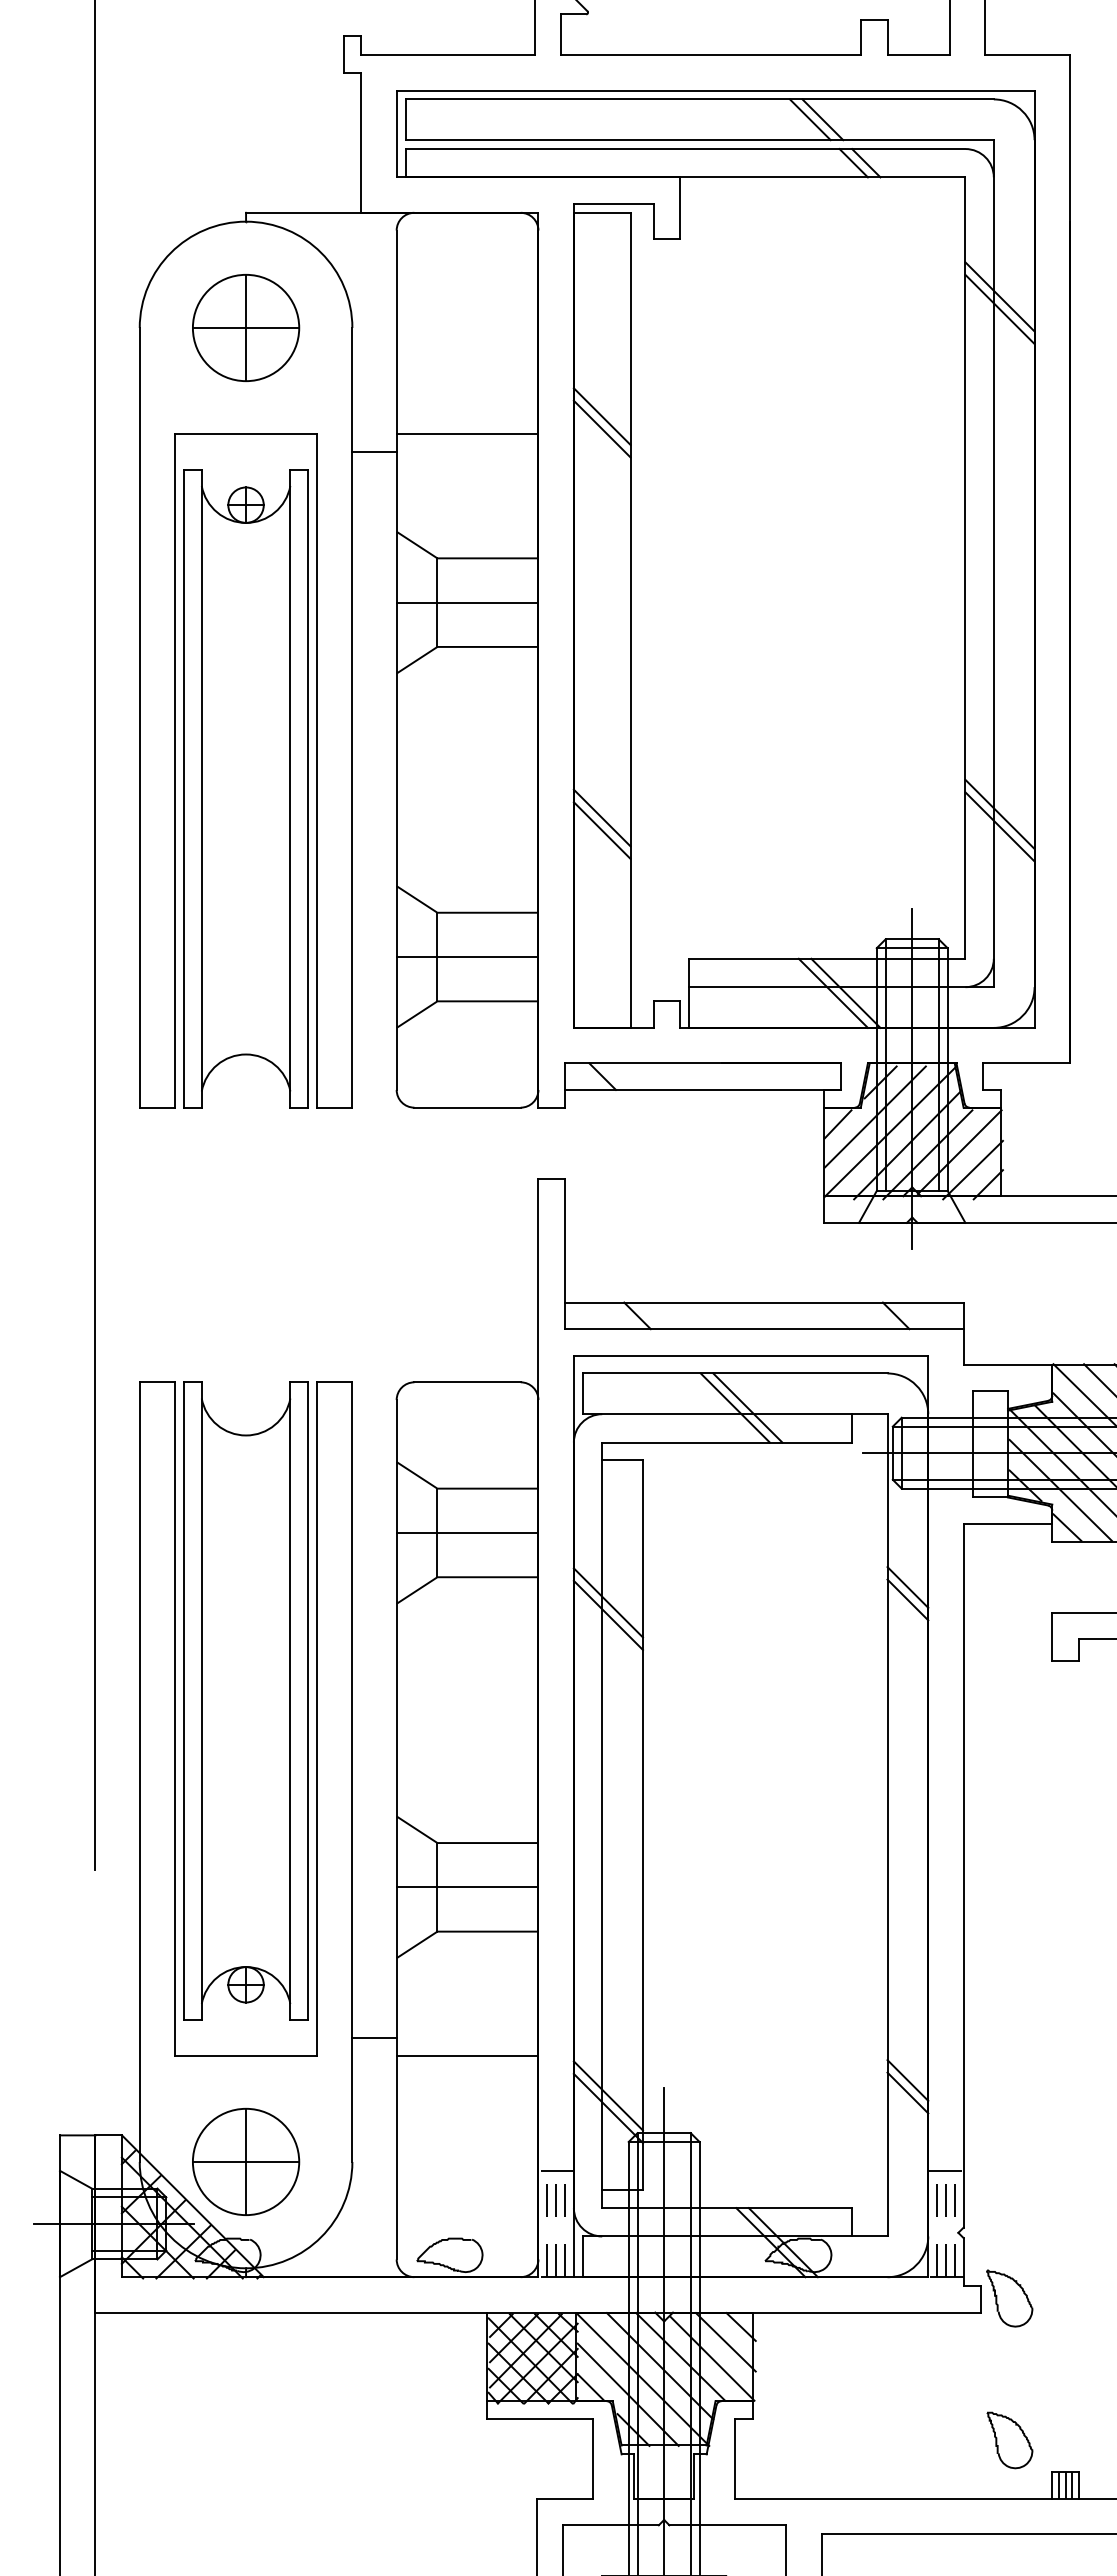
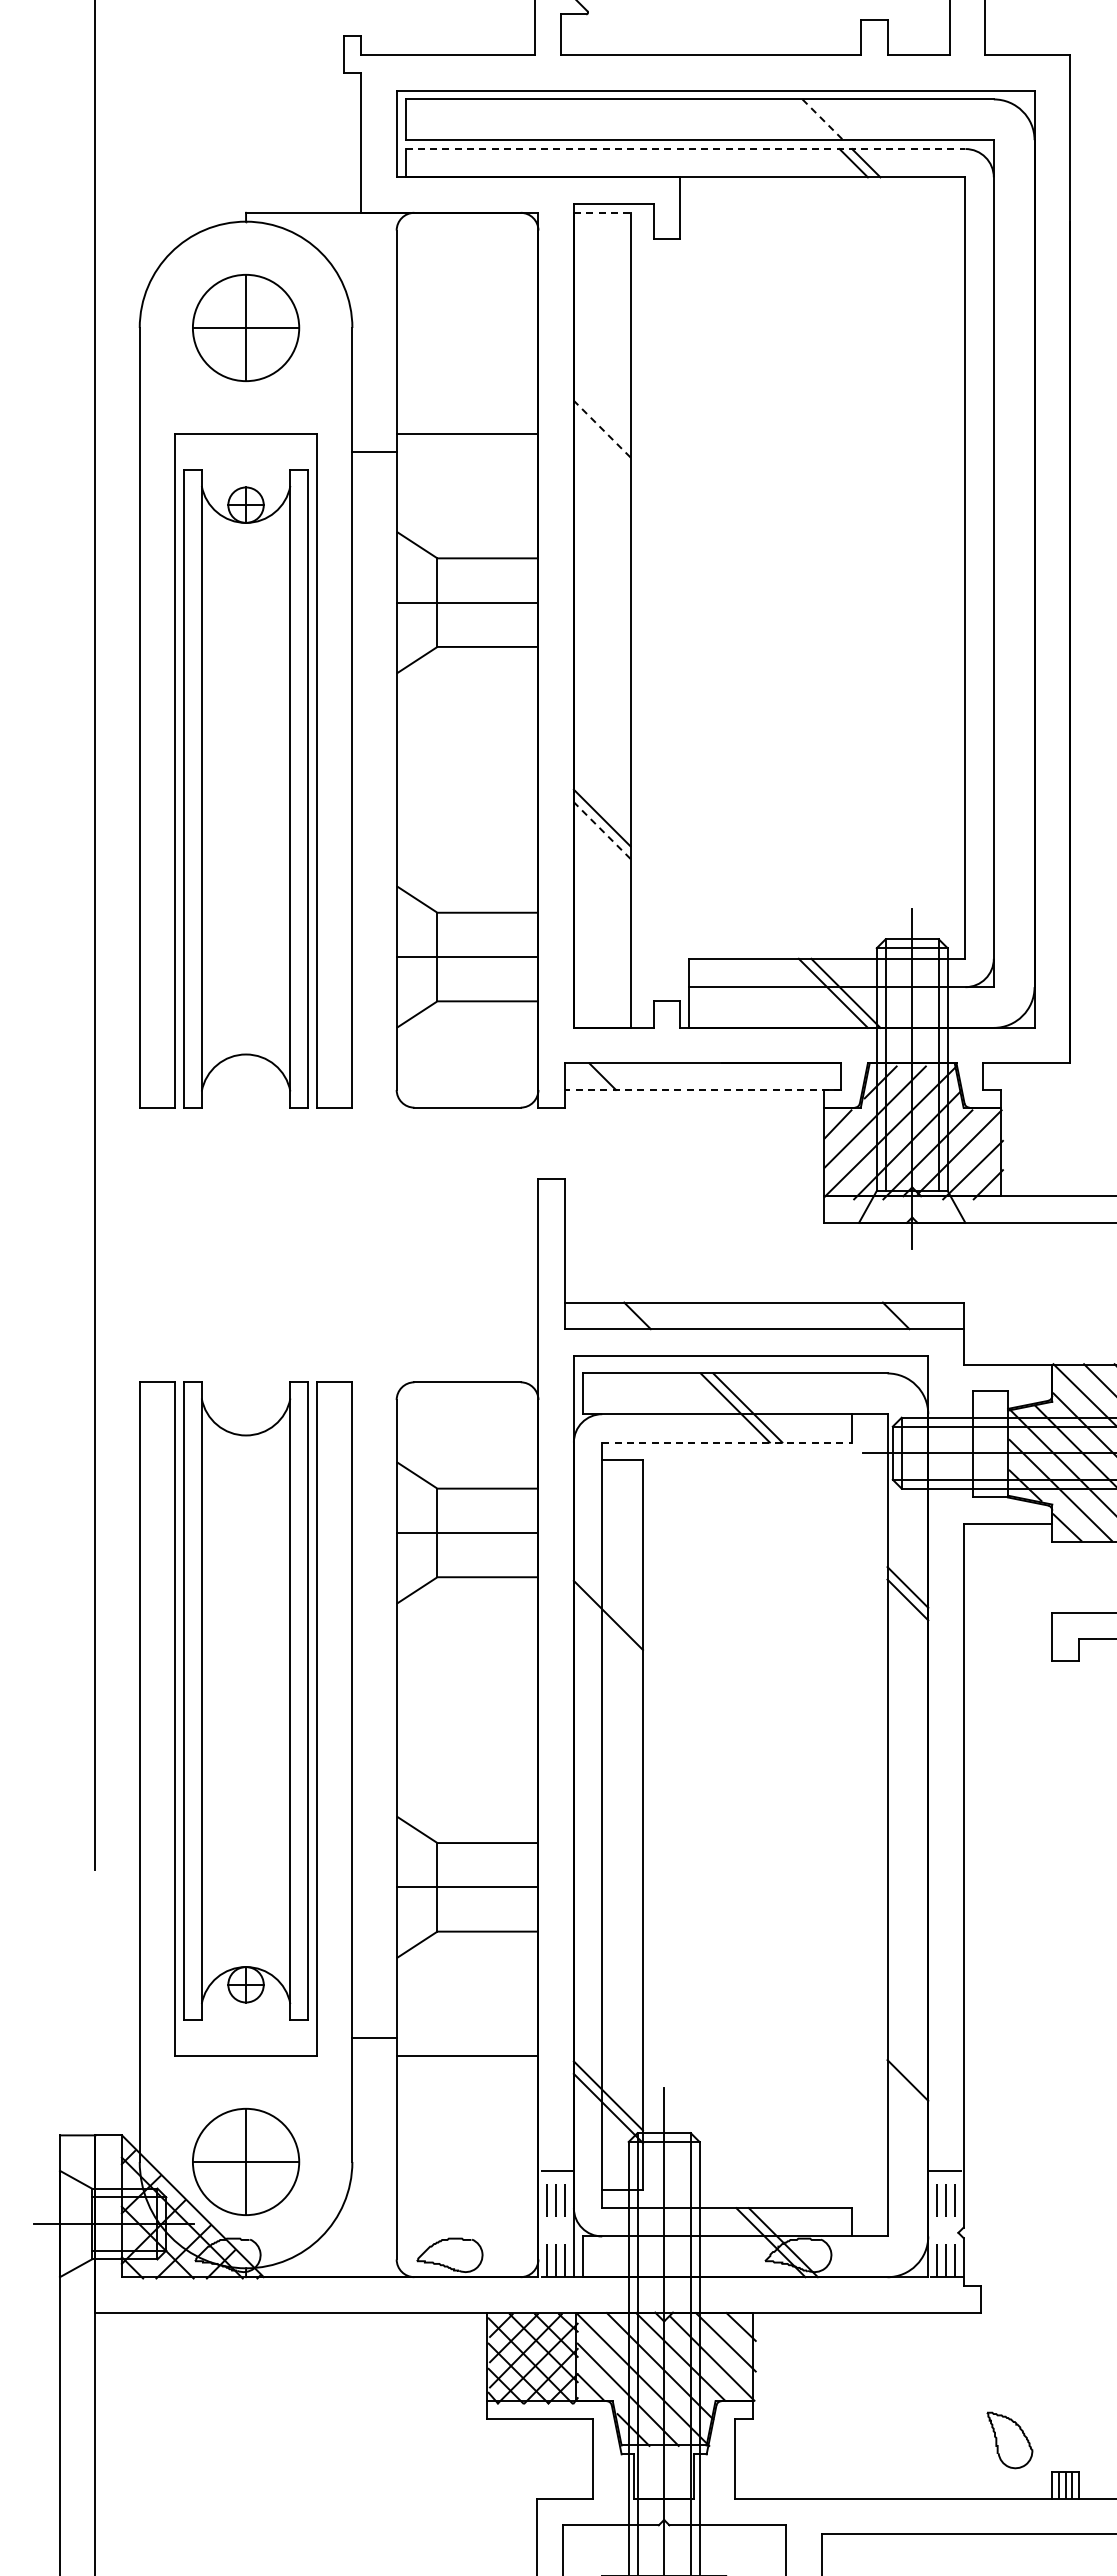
line at (809, 119): present -> none
line at (822, 119): solid -> dashed
line at (685, 149): solid -> dashed
line at (602, 212): solid -> dashed
line at (999, 296): present -> none
line at (999, 309): present -> none
line at (601, 416): present -> none
line at (601, 428): solid -> dashed
line at (999, 813): present -> none
line at (999, 826): present -> none
line at (601, 830): solid -> dashed
line at (702, 1089): solid -> dashed
line at (727, 1442): solid -> dashed
line at (607, 1602): present -> none
line at (907, 2092): present -> none
part at (1009, 2298): present -> none
